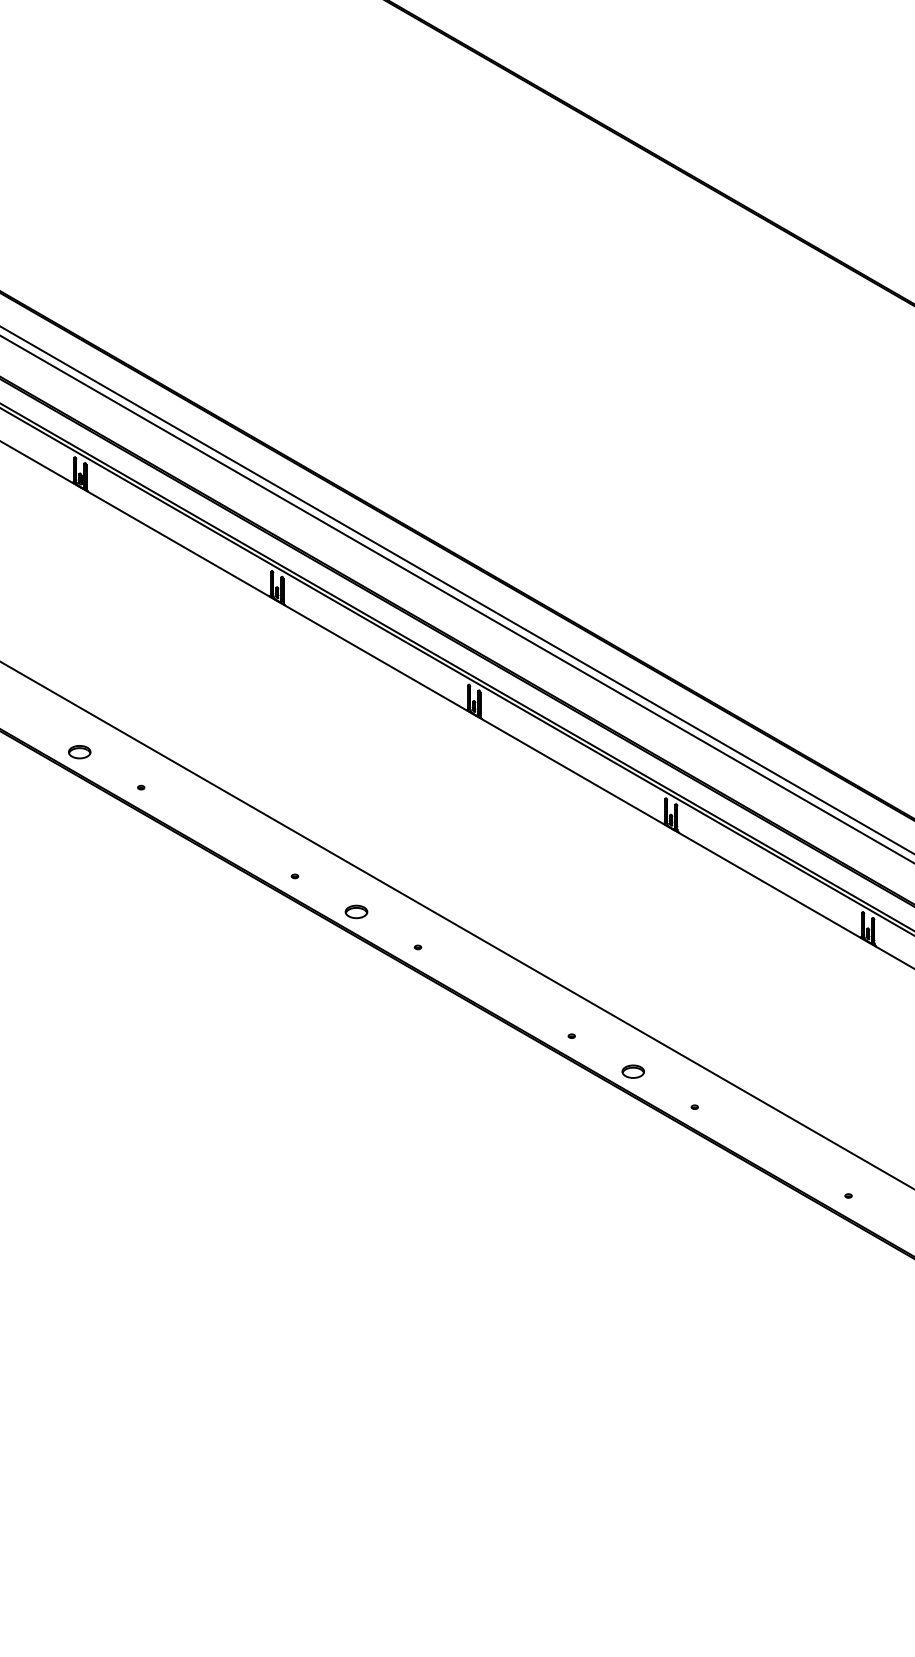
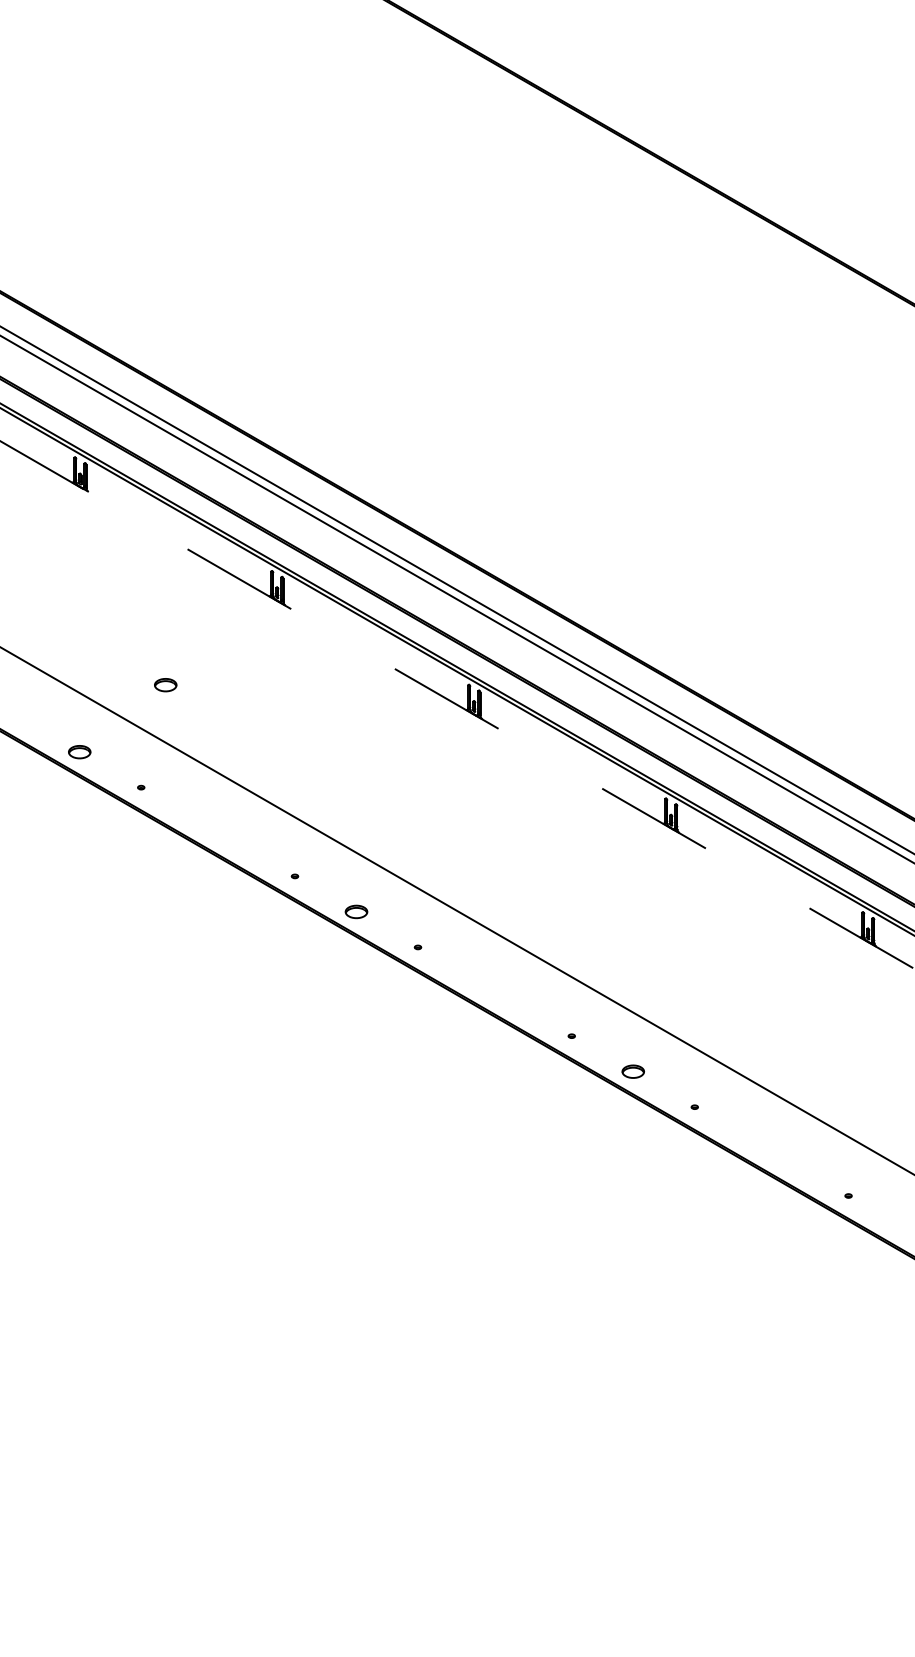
part at (165, 685): none -> present
line at (457, 705): solid -> dashed
line at (456, 924) position: (456, 924) -> (456, 910)
